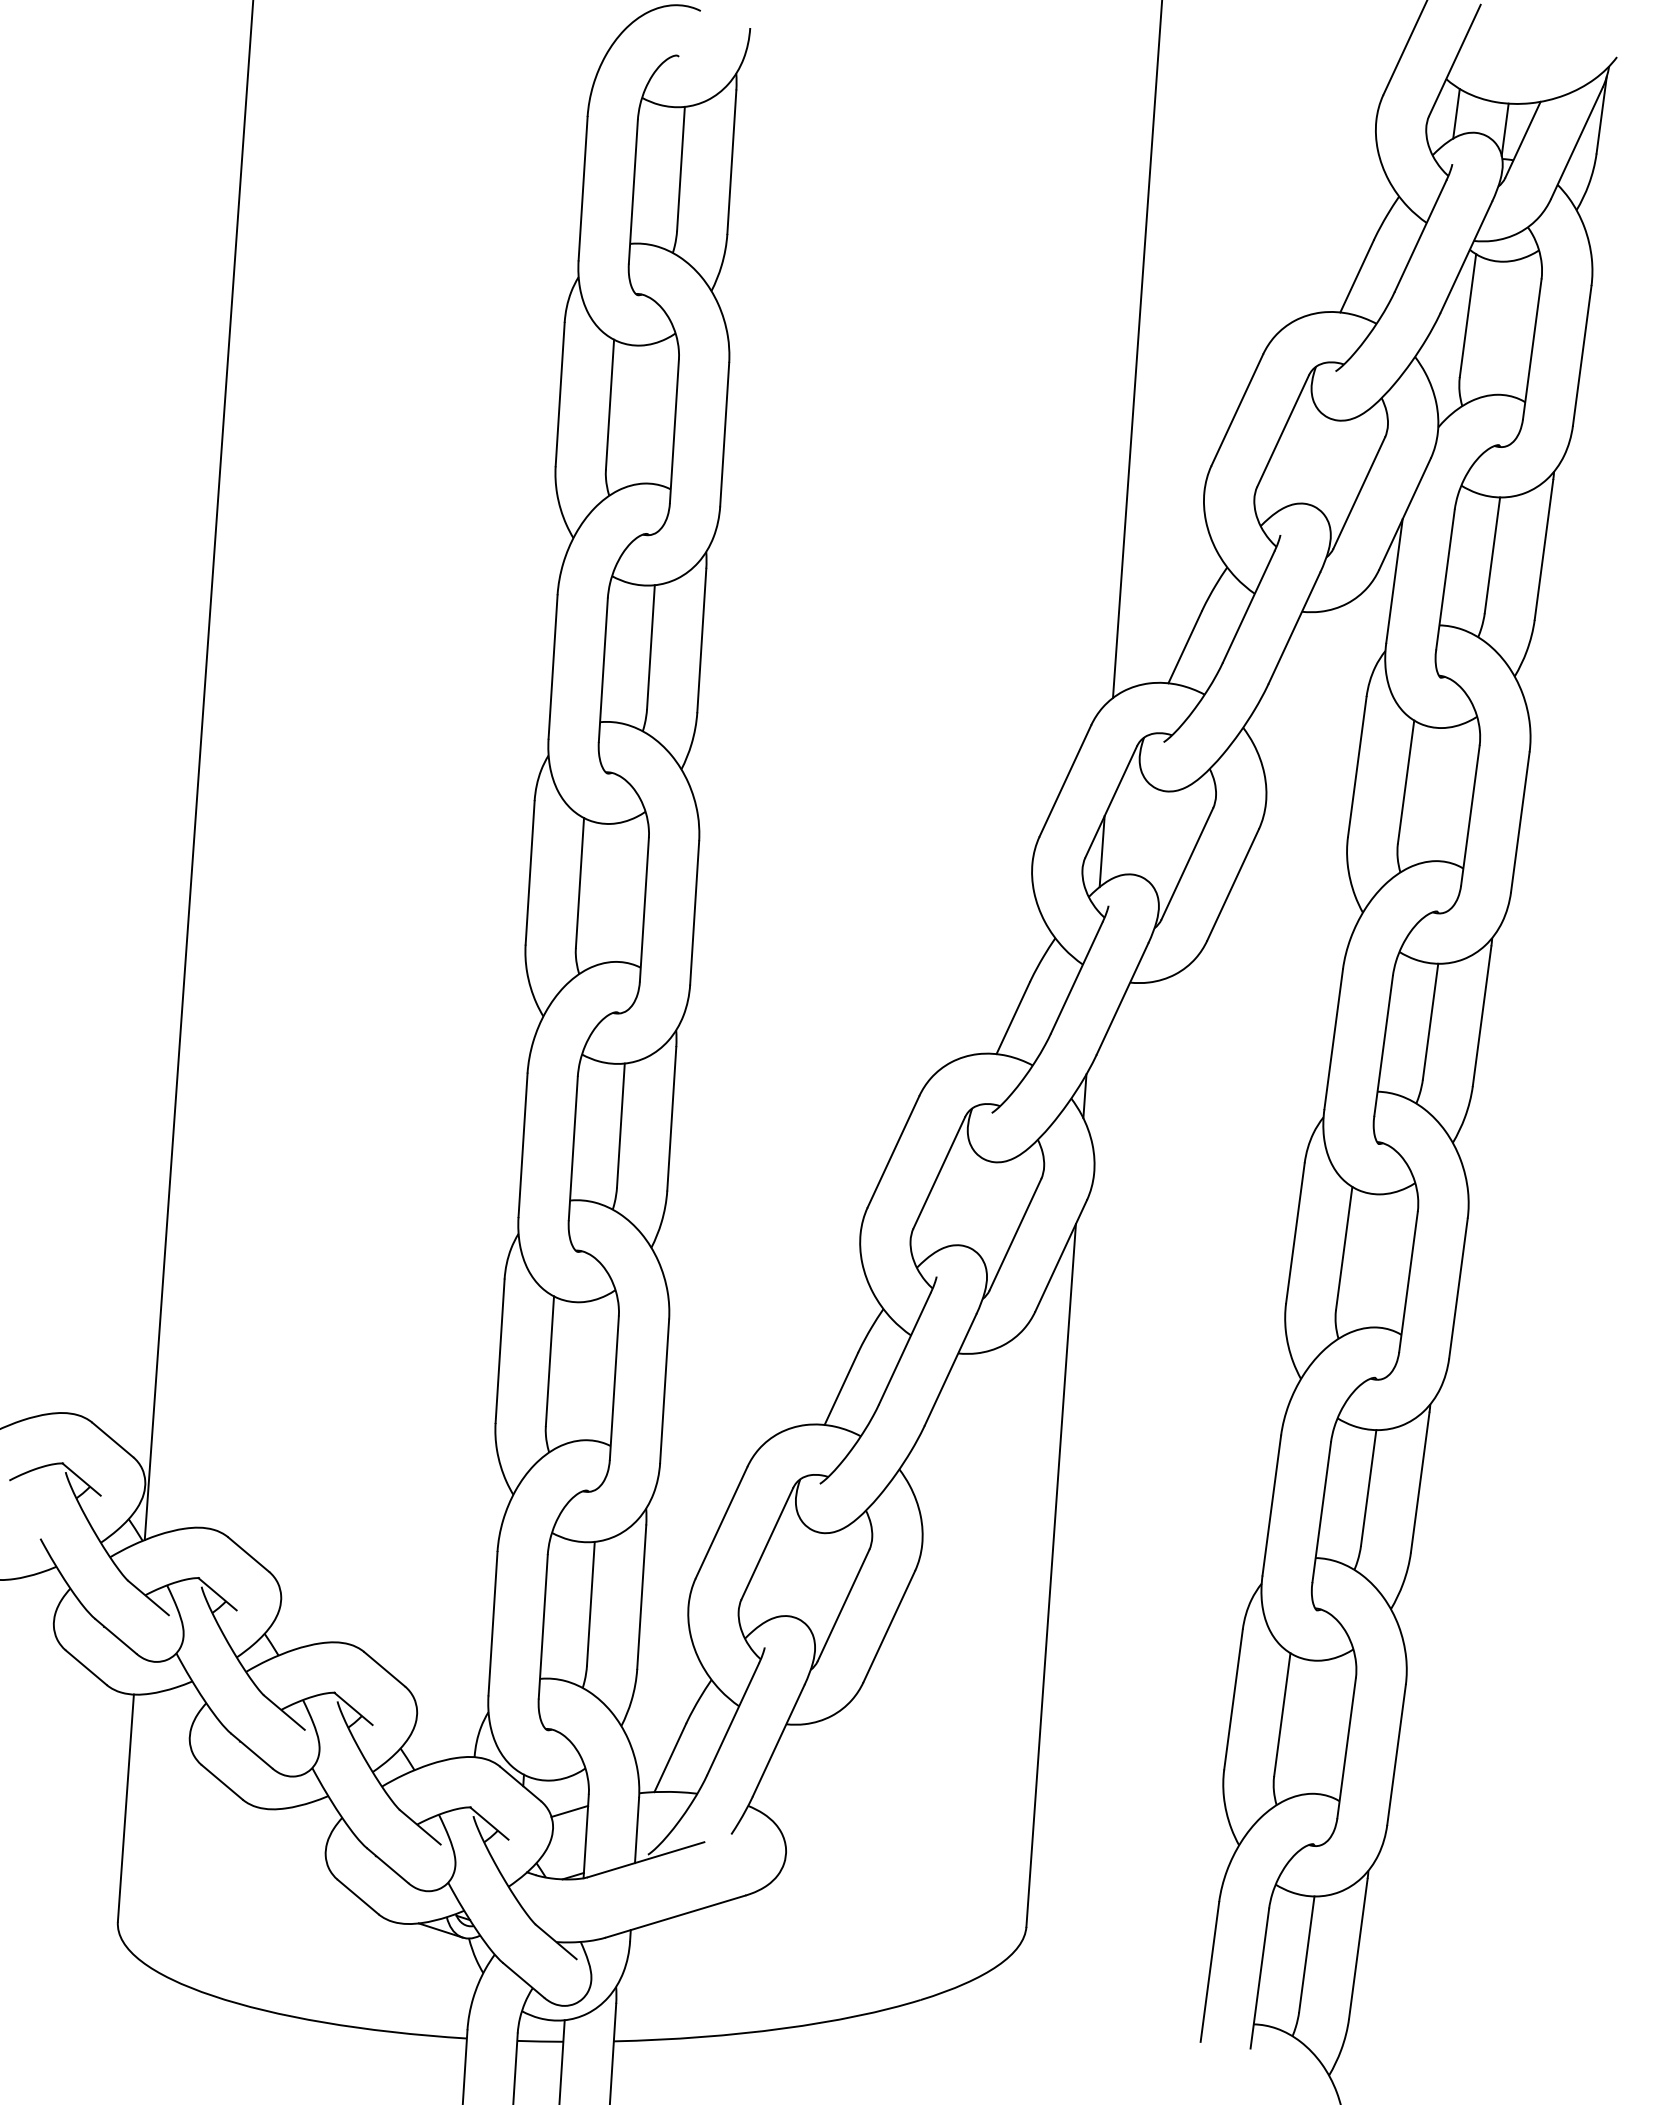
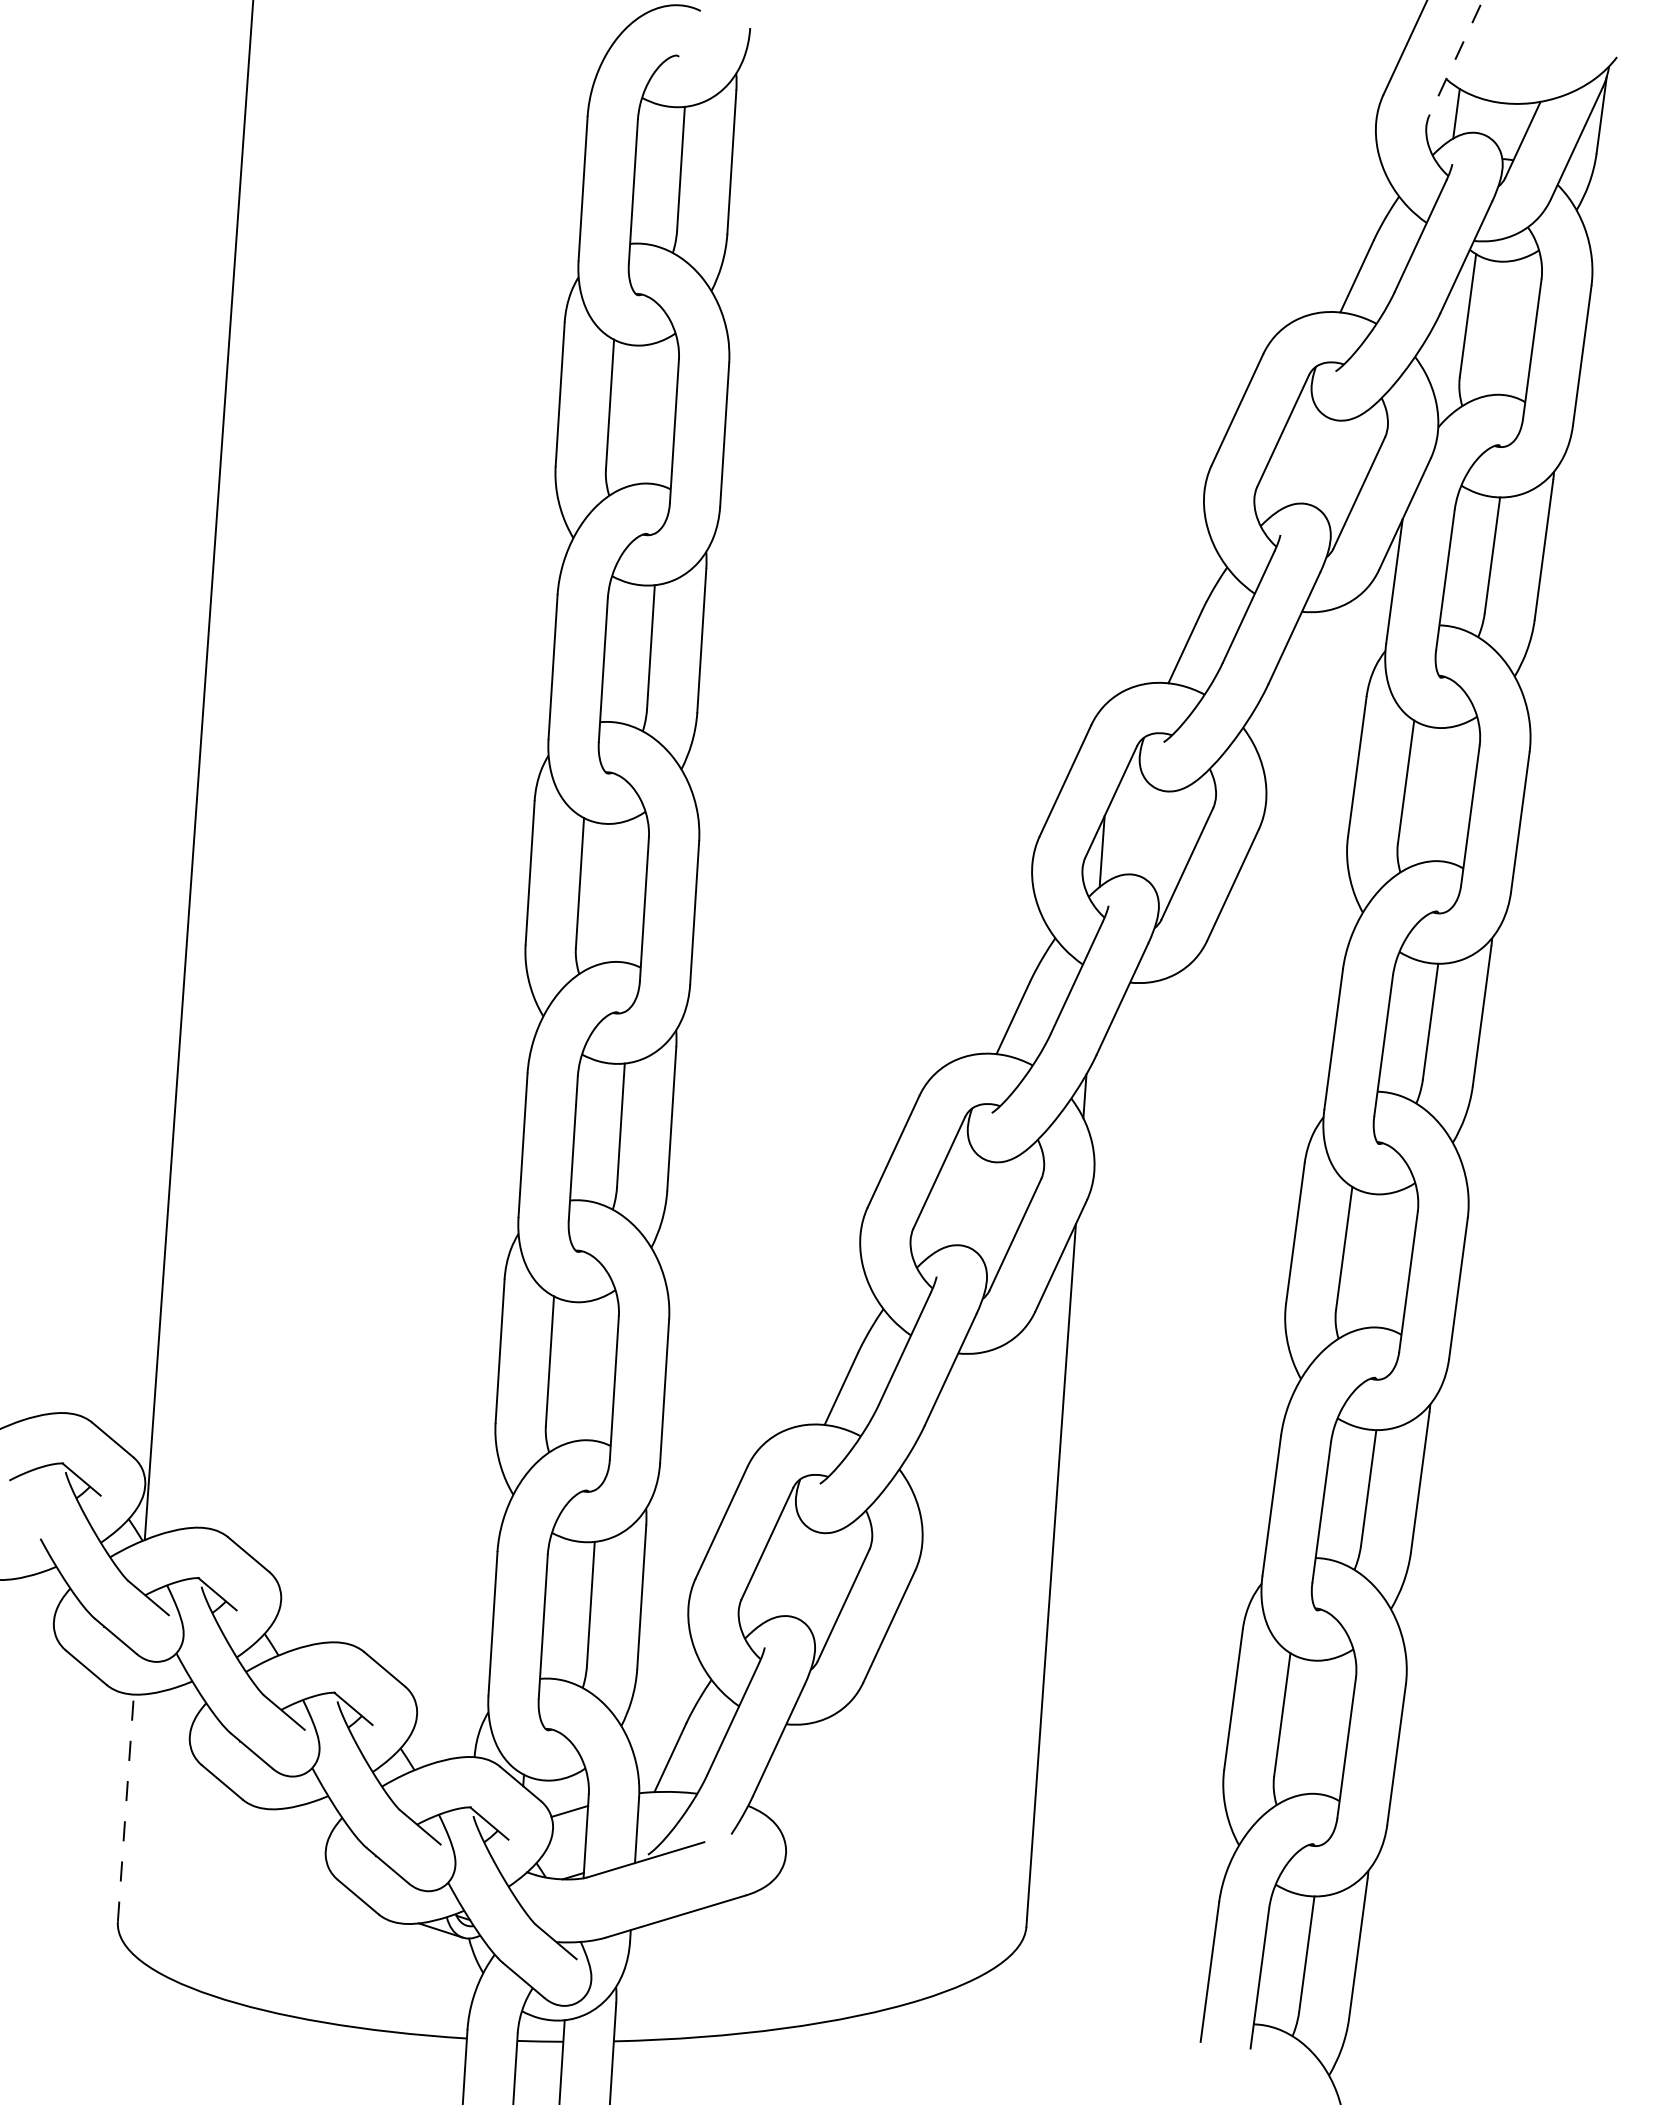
line at (1454, 60): solid -> dashed
line at (1504, 129): present -> none
line at (1136, 350): present -> none
line at (125, 1808): solid -> dashed
